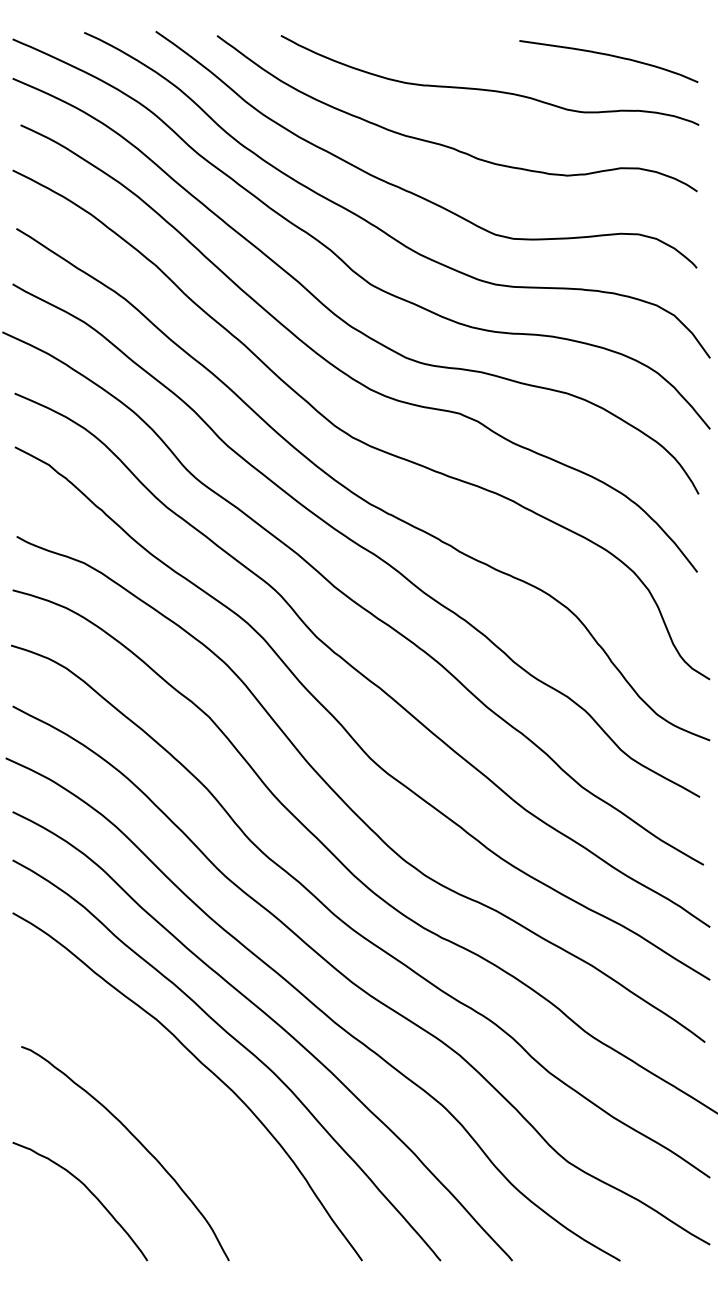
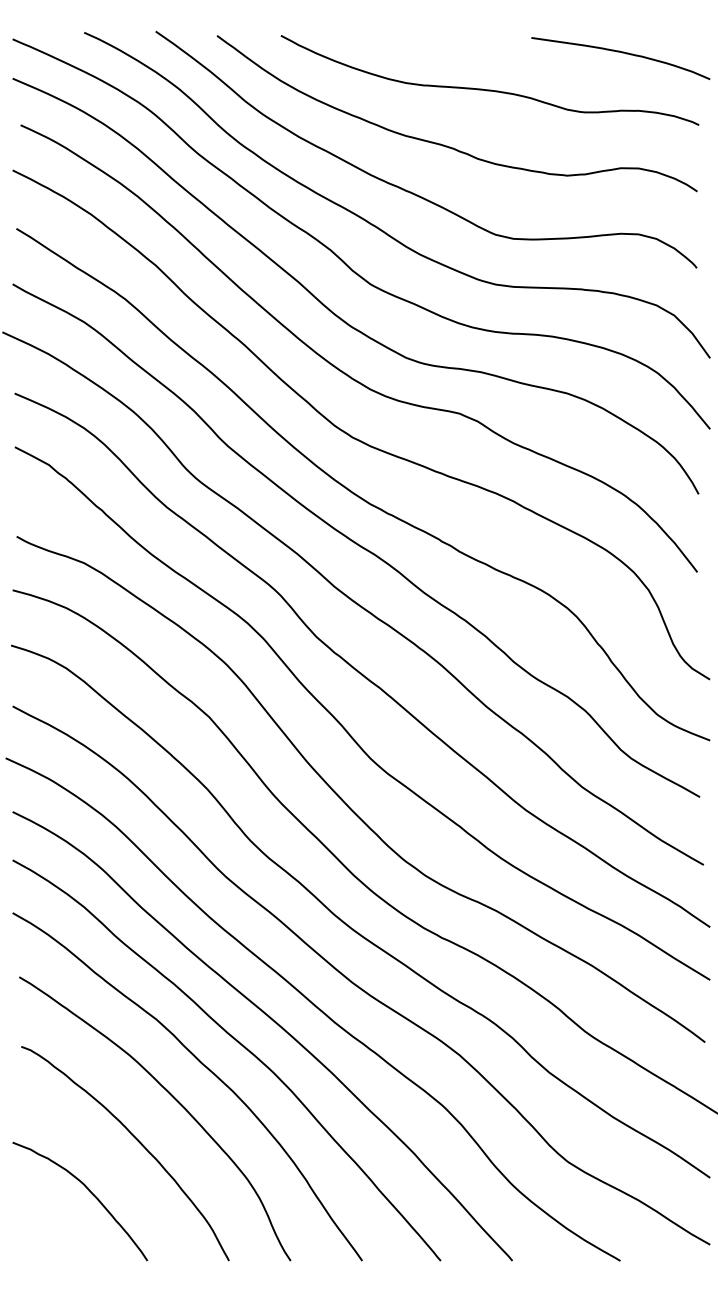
curve at (610, 56) position: (610, 56) -> (622, 53)
curve at (174, 1099): none -> present
